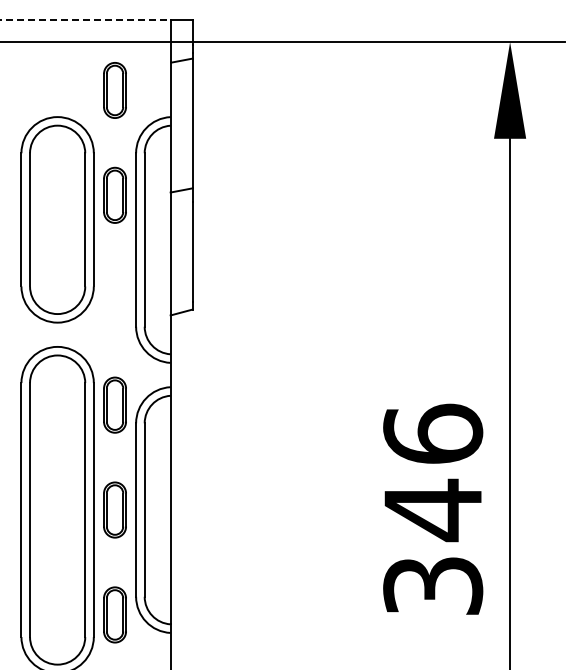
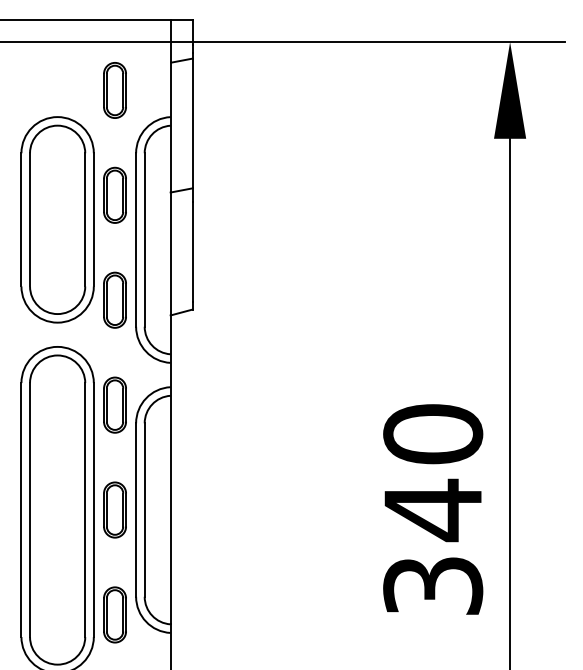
line at (85, 20): dashed -> solid
part at (114, 299): none -> present
text at (433, 433): 346 -> 340
